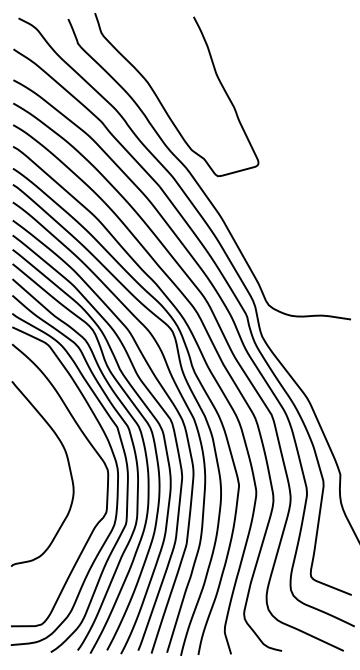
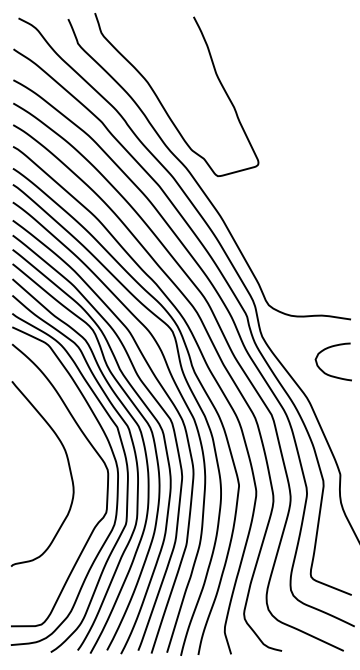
curve at (323, 370): none -> present
